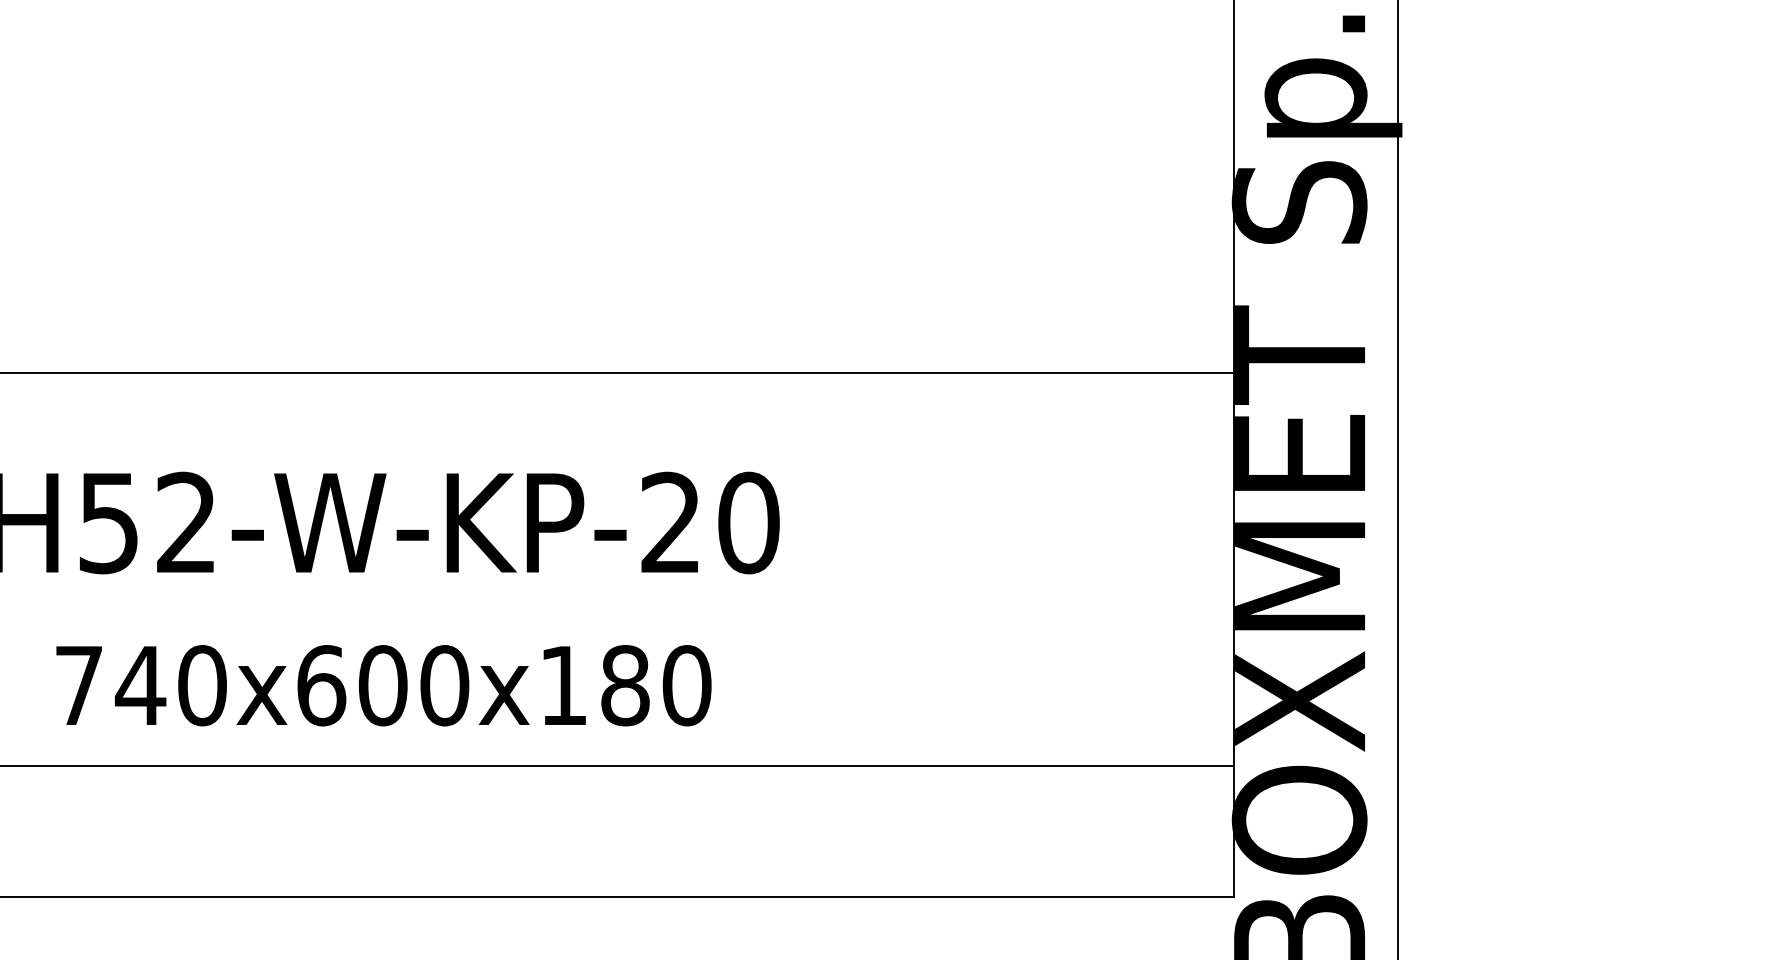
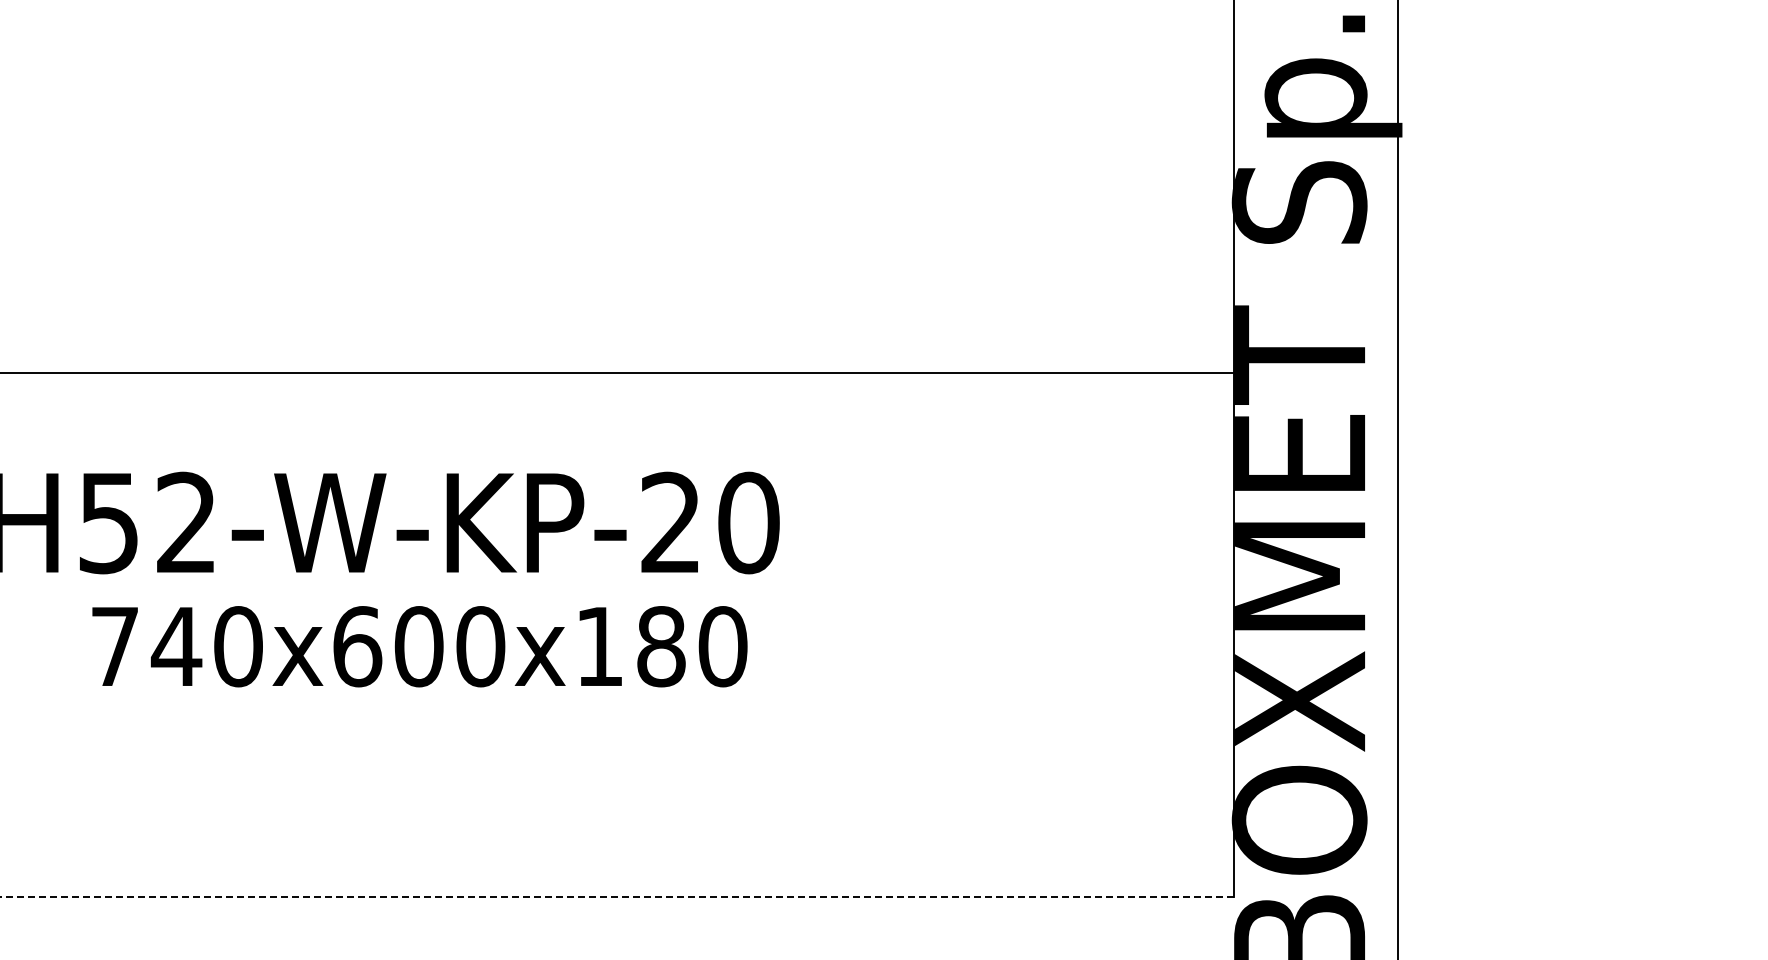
text at (383, 685) position: (383, 685) -> (419, 646)
line at (618, 765): present -> none
line at (617, 896): solid -> dashed
